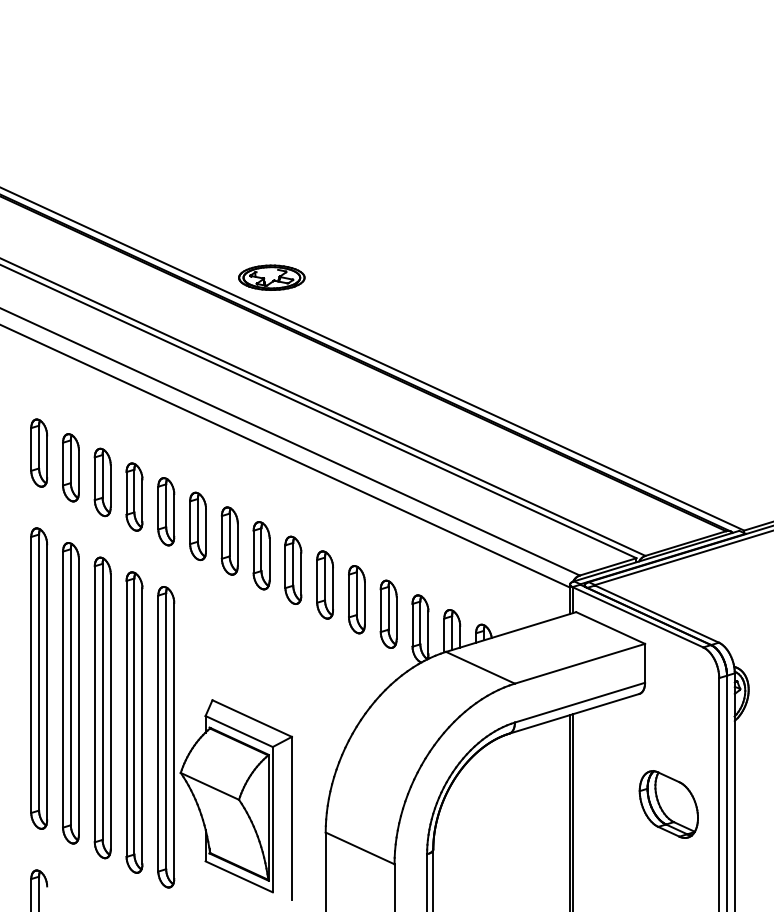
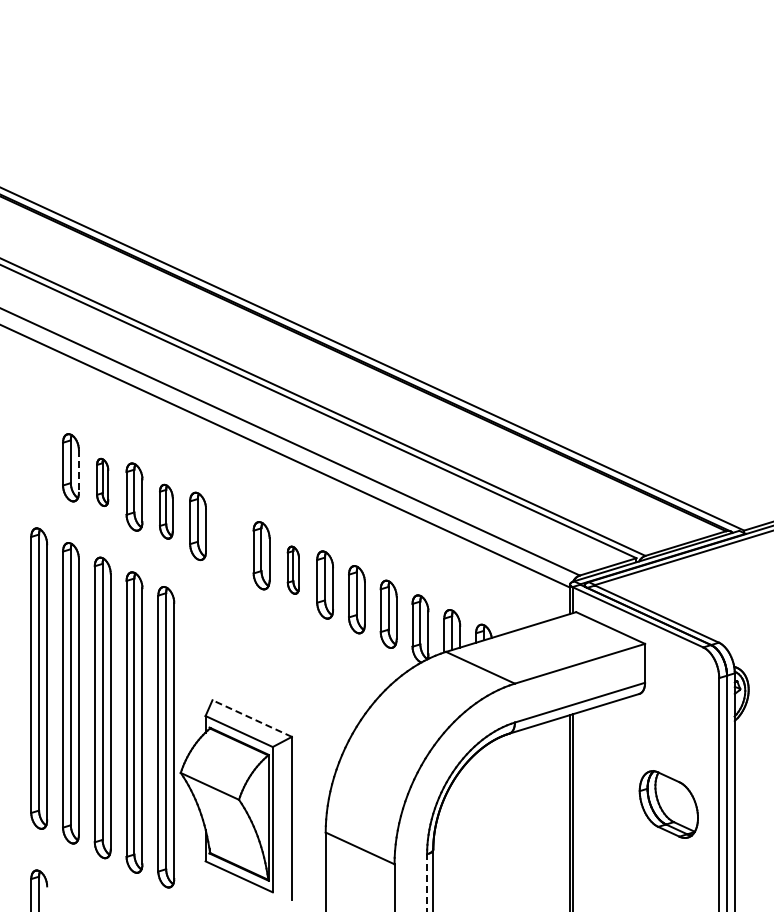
part at (271, 277): present -> none
part at (39, 452): present -> none
line at (78, 471): solid -> dashed
part at (102, 482) size: 19x71 px -> 14x50 px
part at (166, 511) size: 19x70 px -> 15x57 px
part at (229, 540): present -> none
part at (293, 569) size: 19x70 px -> 14x50 px
line at (252, 718): solid -> dashed
line at (427, 882): solid -> dashed
